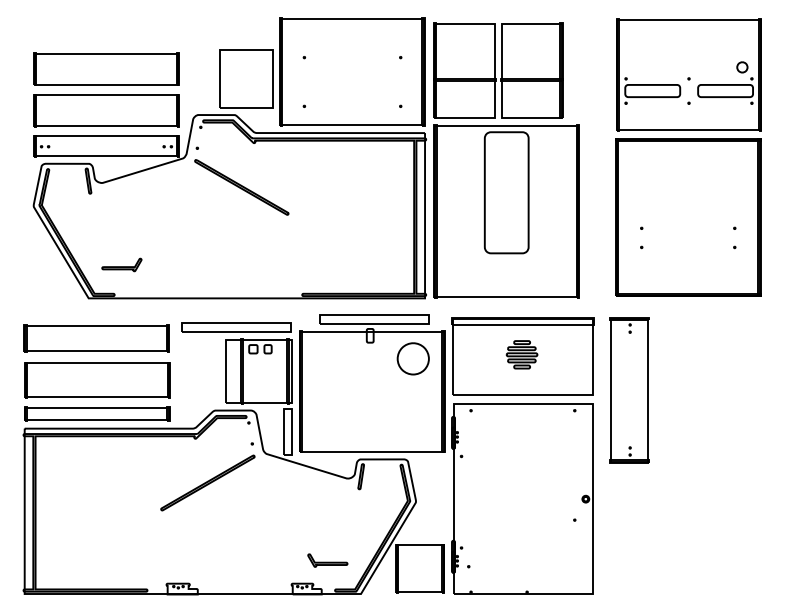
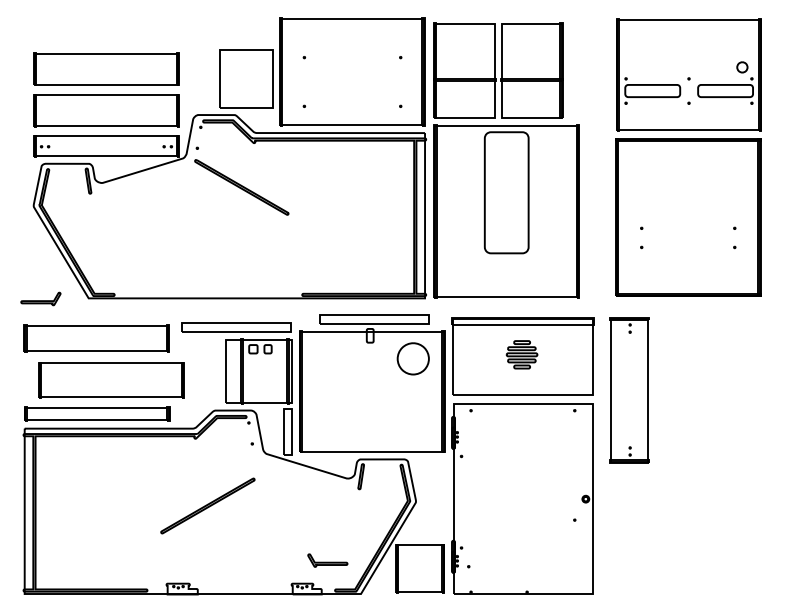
part at (121, 264) position: (121, 264) -> (40, 298)
part at (97, 380) position: (97, 380) -> (111, 380)
part at (207, 482) position: (207, 482) -> (207, 505)
